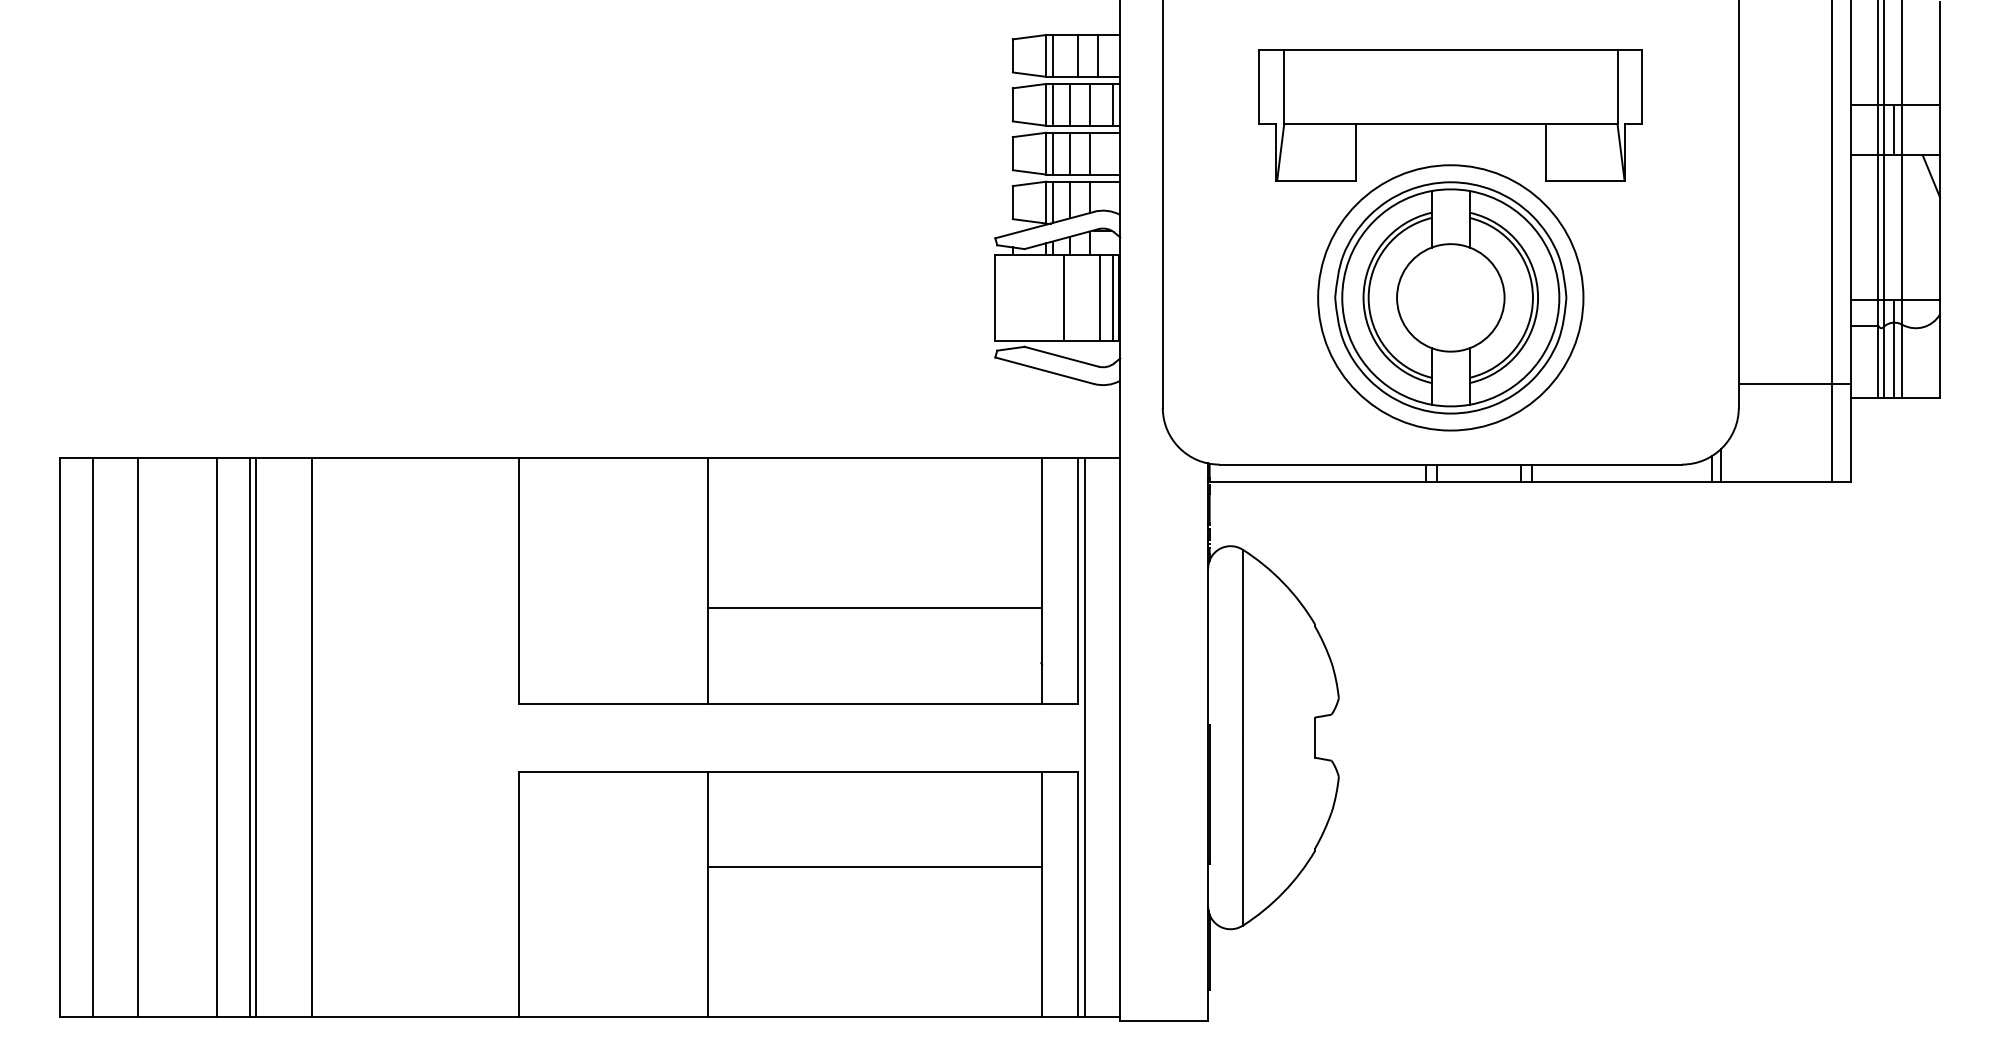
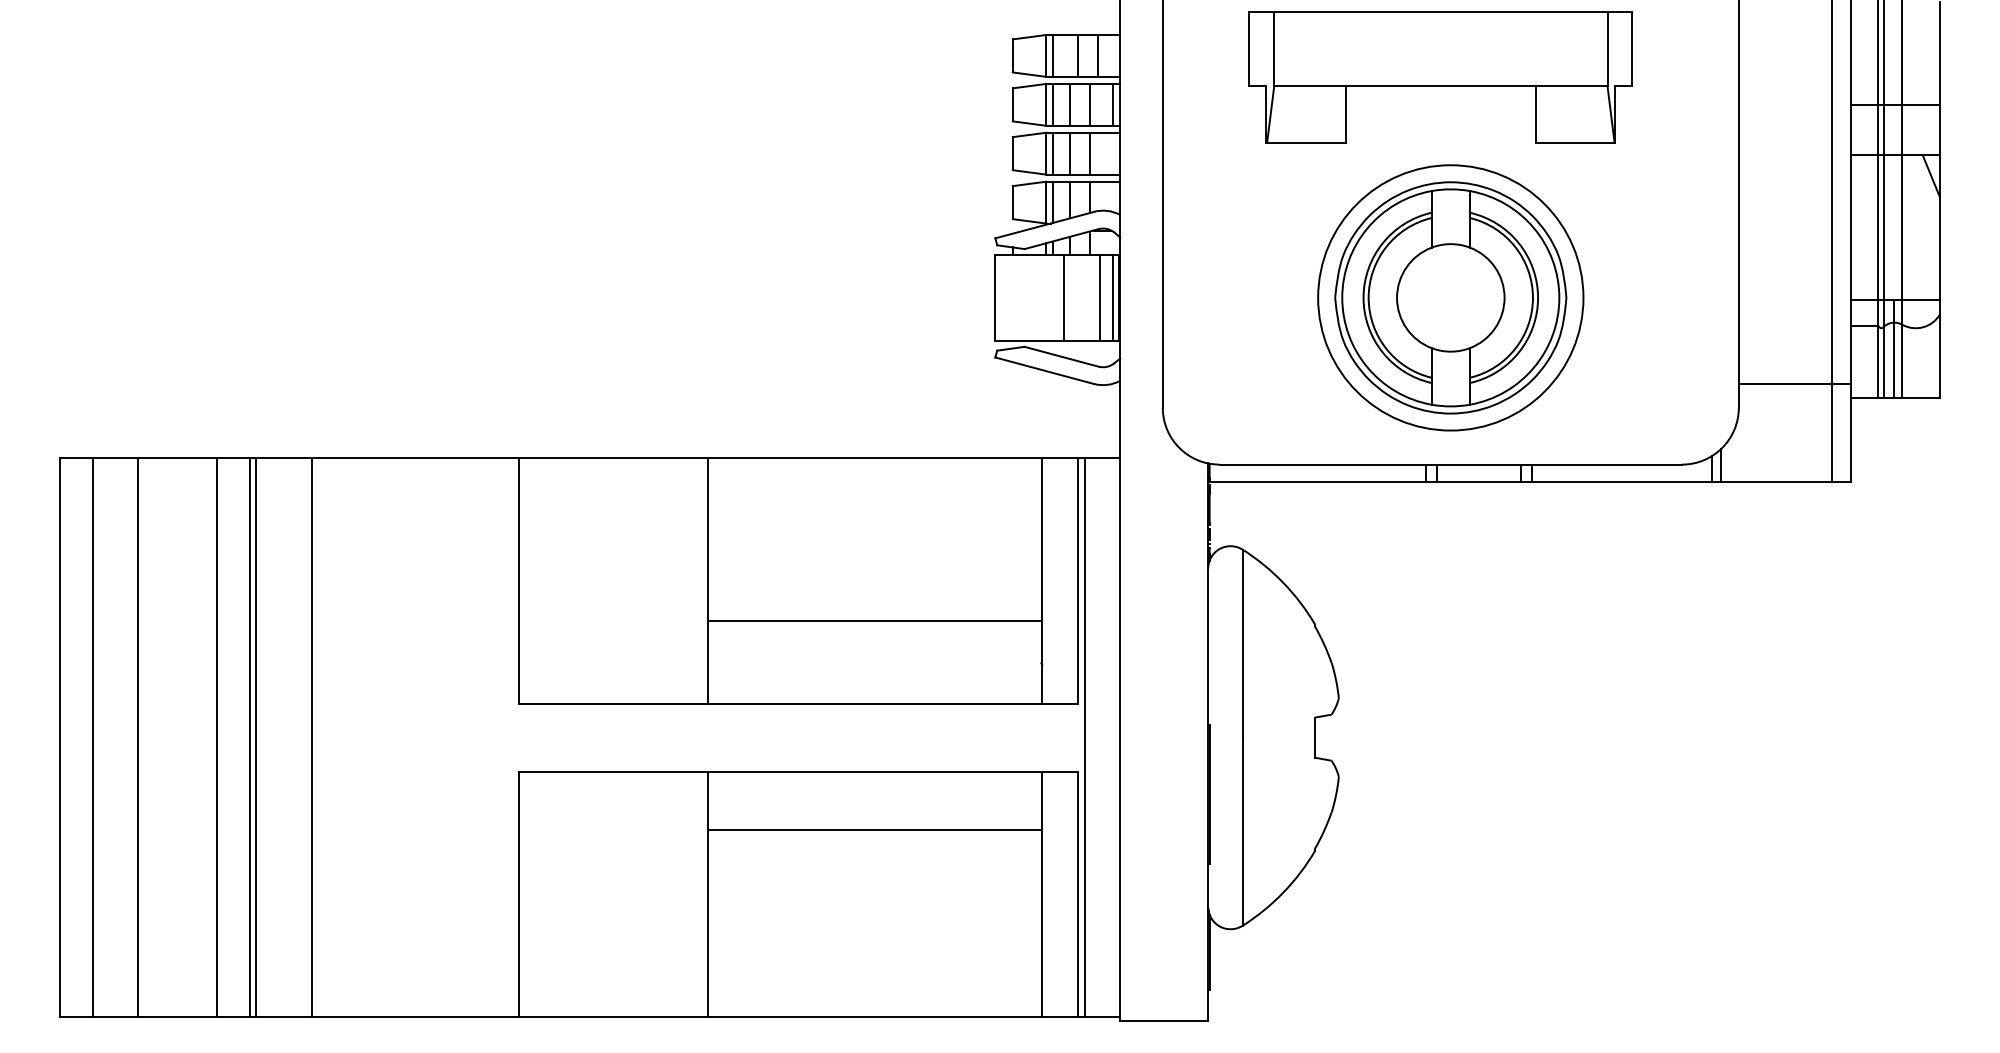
part at (1450, 115) position: (1450, 115) -> (1440, 77)
line at (1894, 129): present -> none
line at (874, 608) position: (874, 608) -> (874, 621)
line at (874, 866) position: (874, 866) -> (874, 829)
